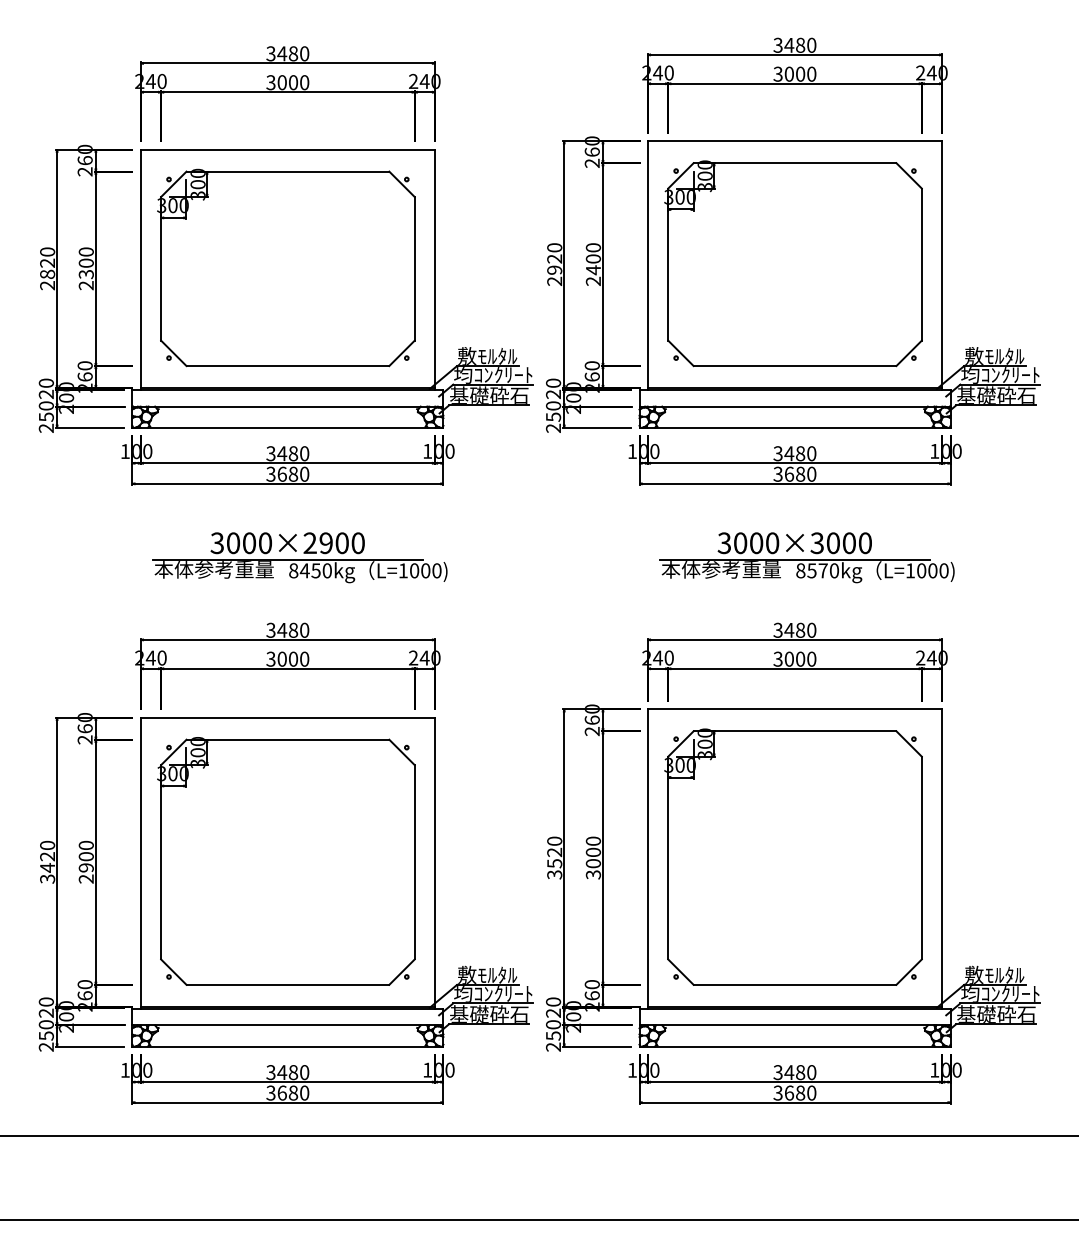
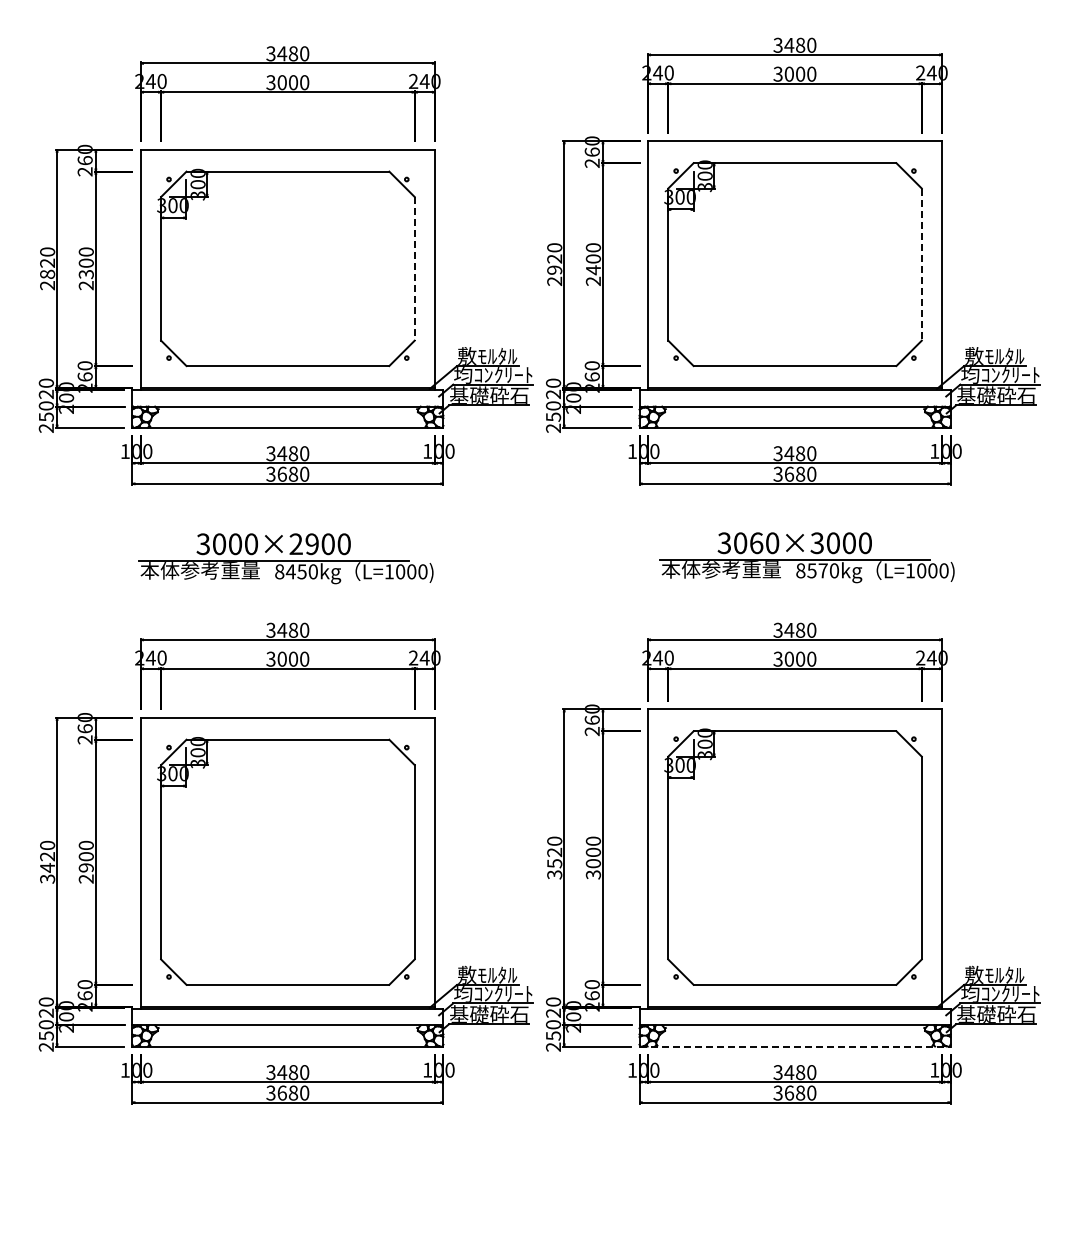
line at (921, 265): solid -> dashed
line at (414, 268): solid -> dashed
text at (756, 542): 3000×3000 -> 3060×3000
part at (299, 557) position: (299, 557) -> (285, 558)
line at (795, 1046): solid -> dashed
line at (538, 1135): present -> none
line at (538, 1220): present -> none
